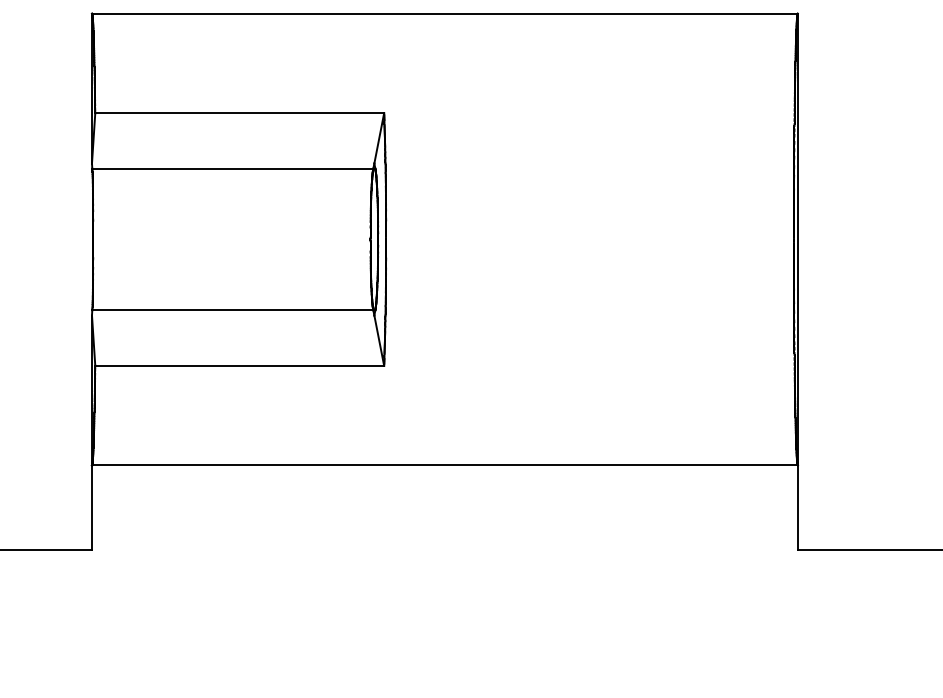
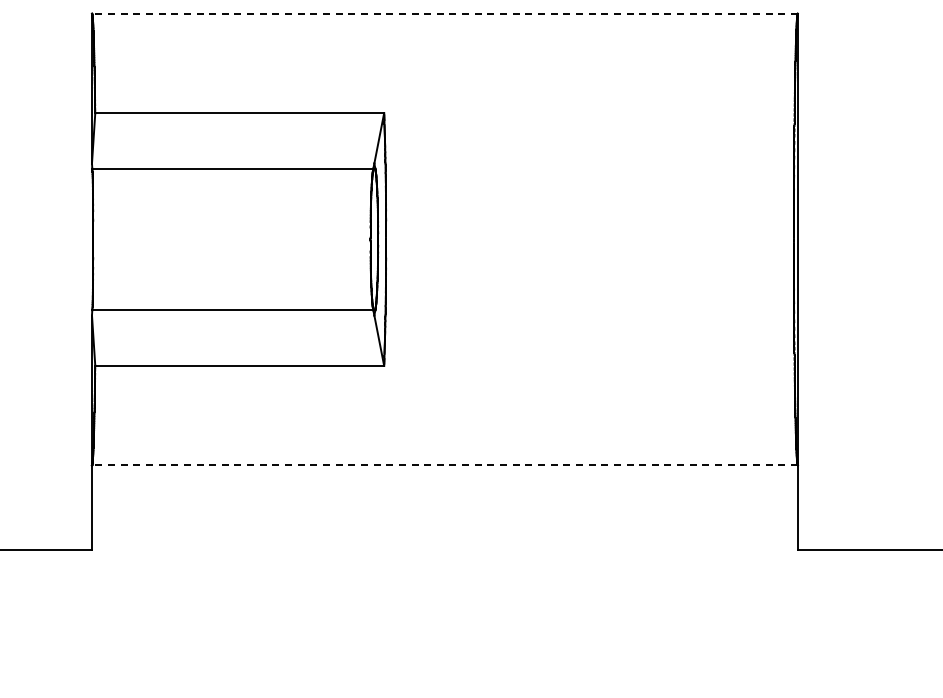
line at (444, 13): solid -> dashed
line at (444, 465): solid -> dashed
